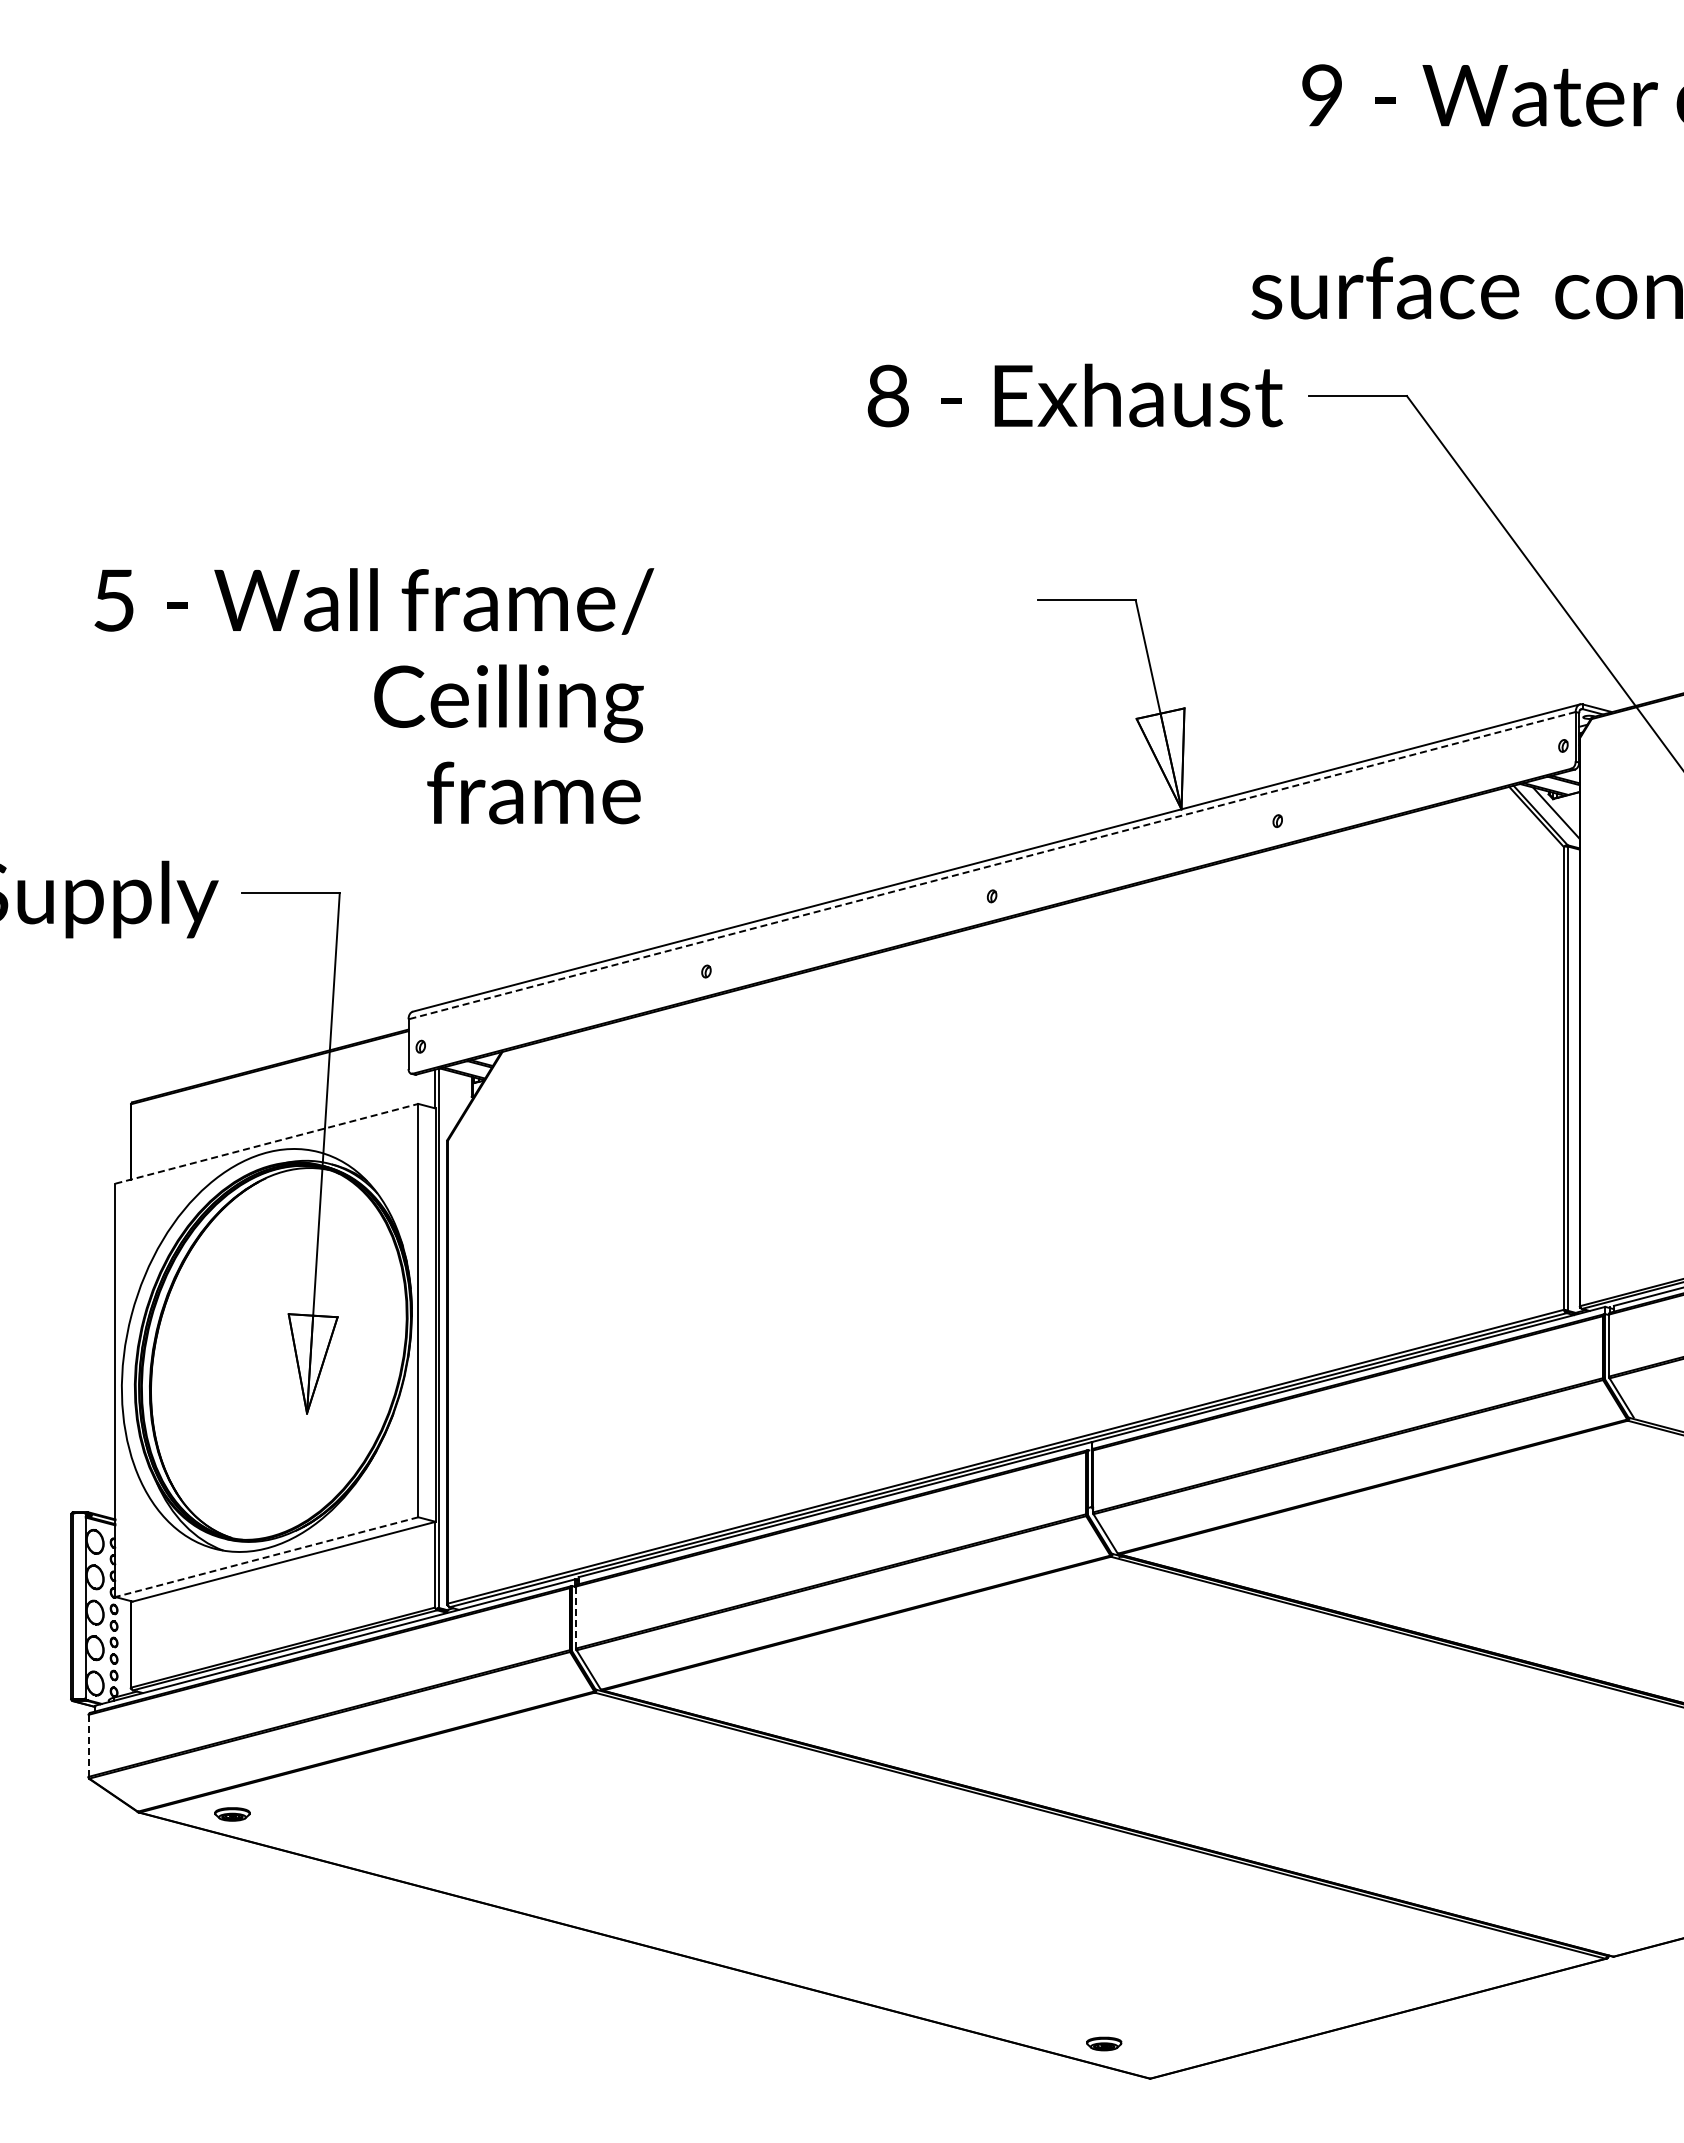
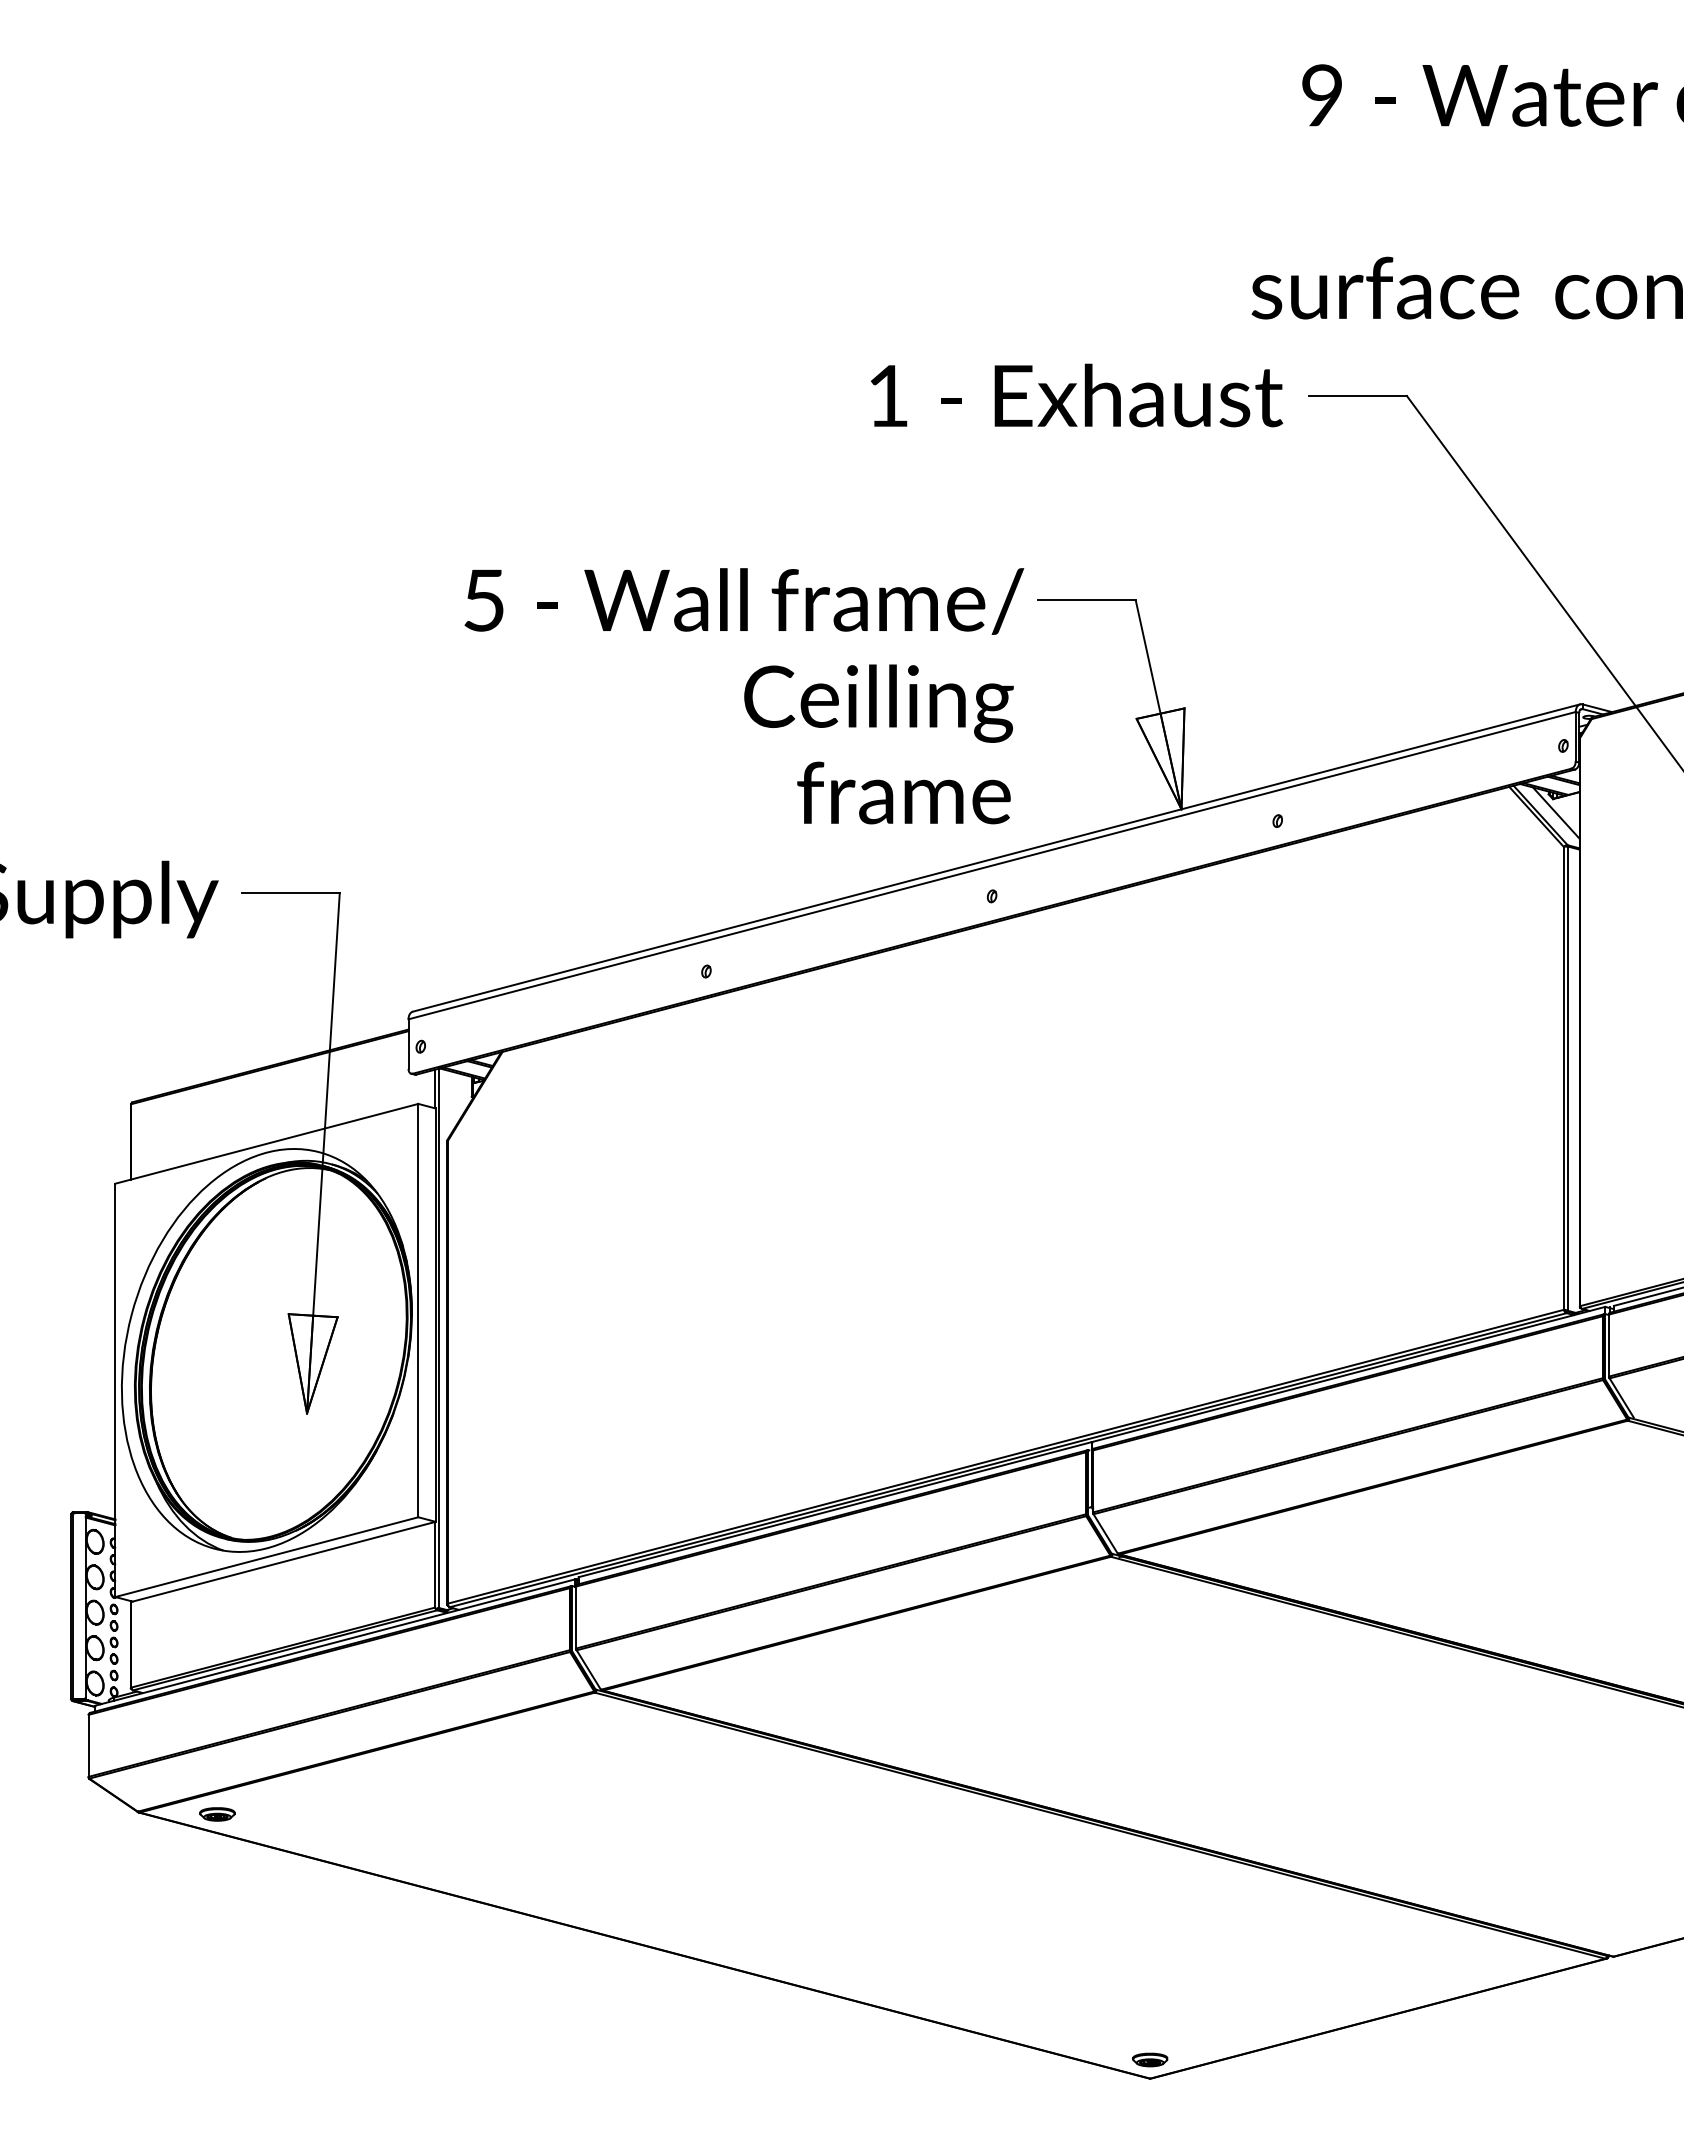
text at (887, 395): 8 -> 1
text at (374, 696) position: (374, 696) -> (744, 696)
line at (991, 865): dashed -> solid
line at (266, 1143): dashed -> solid
line at (266, 1557): dashed -> solid
line at (576, 1617): dashed -> solid
line at (88, 1745): dashed -> solid
part at (232, 1814) position: (232, 1814) -> (217, 1814)
part at (1104, 2043) position: (1104, 2043) -> (1150, 2059)
